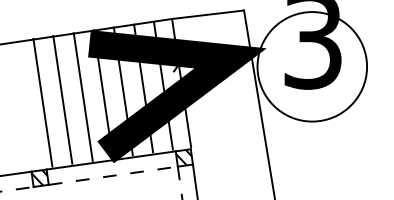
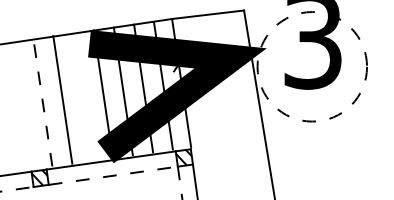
circle at (312, 66): solid -> dashed
line at (82, 96): present -> none
line at (42, 102): solid -> dashed
